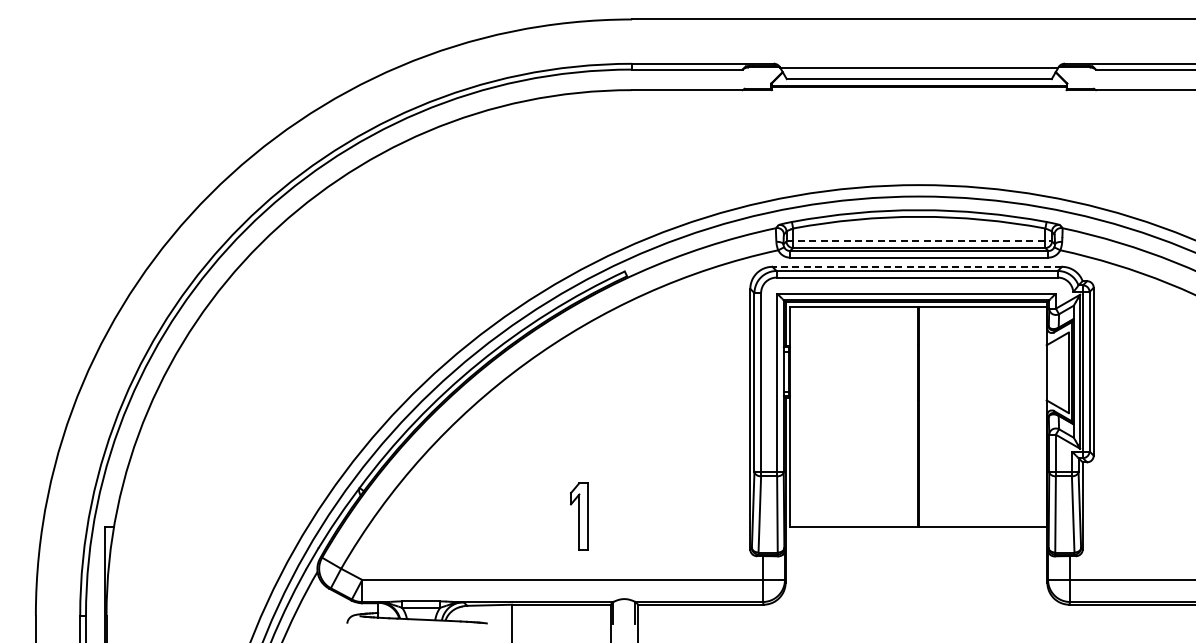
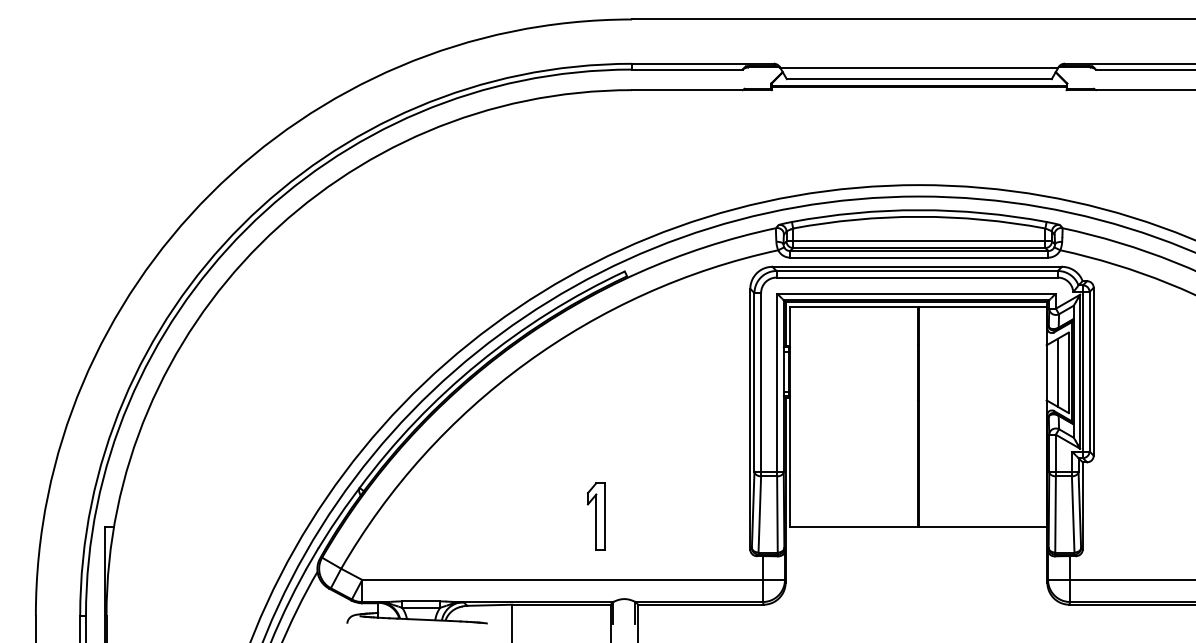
line at (919, 241): dashed -> solid
line at (917, 266): dashed -> solid
line at (1057, 372): none -> present
part at (578, 516) position: (578, 516) -> (595, 516)
